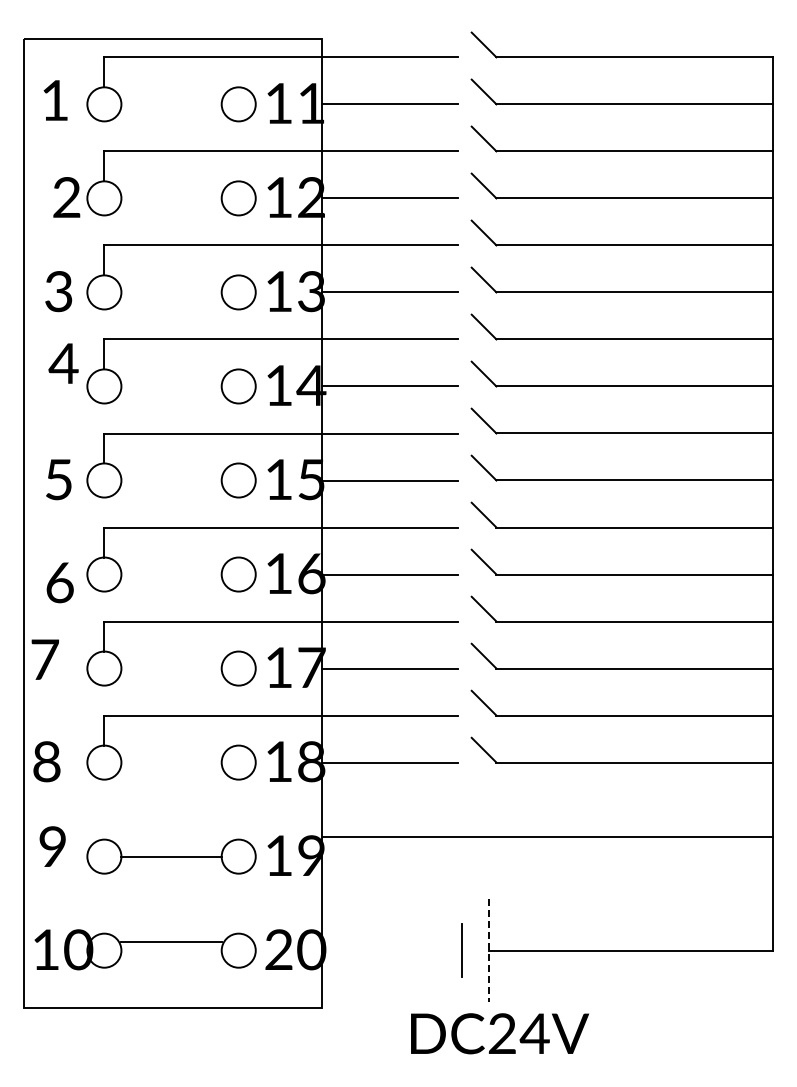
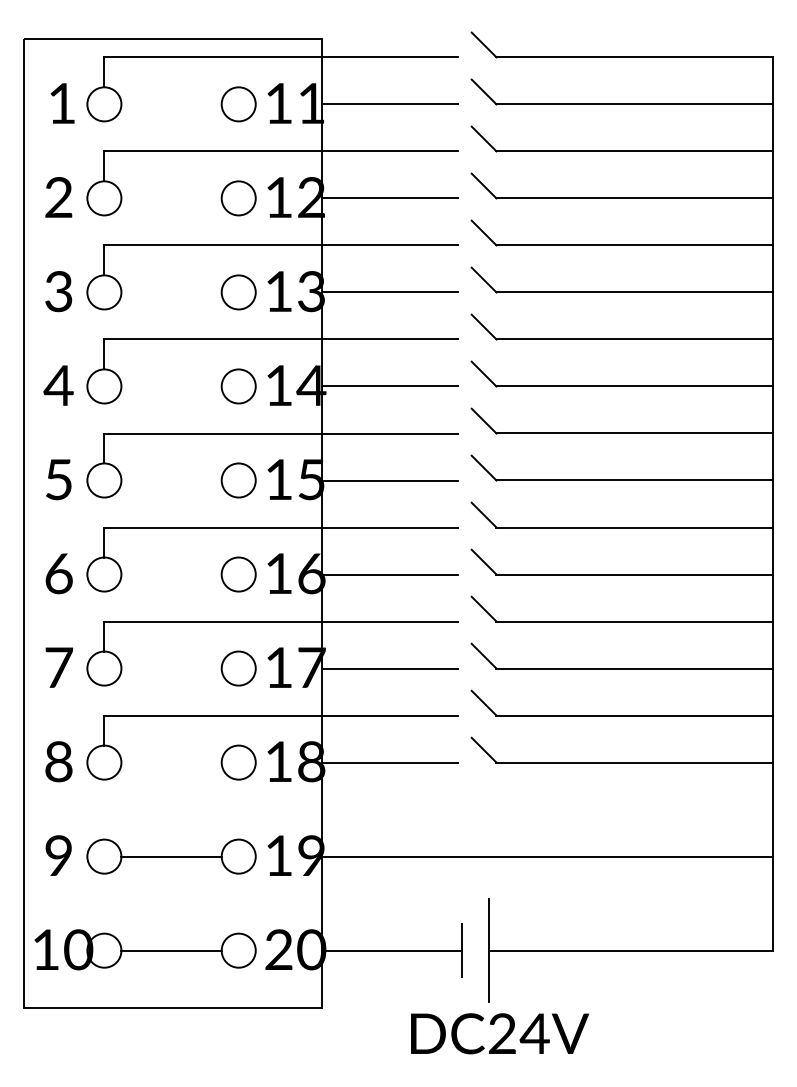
text at (55, 100) position: (55, 100) -> (62, 103)
text at (66, 197) position: (66, 197) -> (58, 197)
text at (63, 363) position: (63, 363) -> (58, 385)
text at (59, 582) position: (59, 582) -> (58, 573)
text at (44, 659) position: (44, 659) -> (58, 667)
text at (46, 761) position: (46, 761) -> (58, 761)
line at (547, 836) position: (547, 836) -> (547, 856)
text at (52, 846) position: (52, 846) -> (58, 855)
line at (171, 941) position: (171, 941) -> (171, 950)
line at (391, 950): none -> present
line at (489, 951): dashed -> solid
